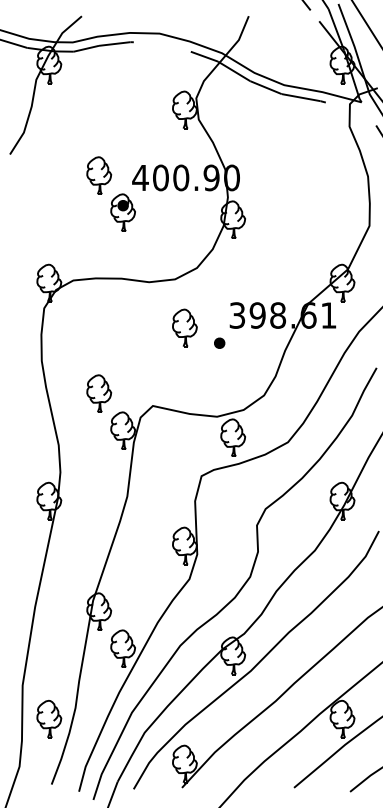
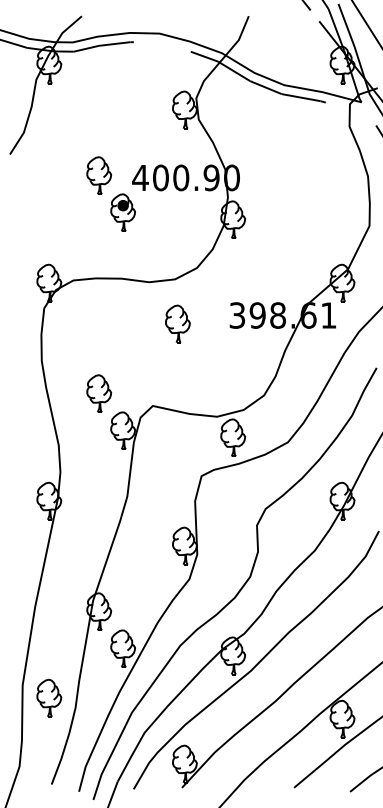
part at (184, 327) position: (184, 327) -> (177, 323)
part at (219, 342): present -> none
part at (49, 718) position: (49, 718) -> (49, 697)
